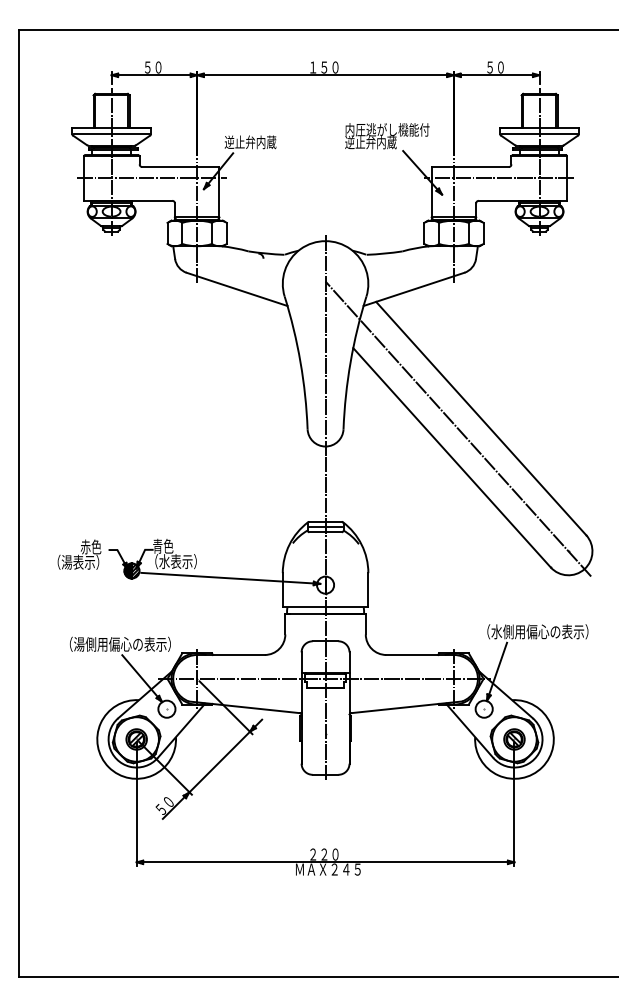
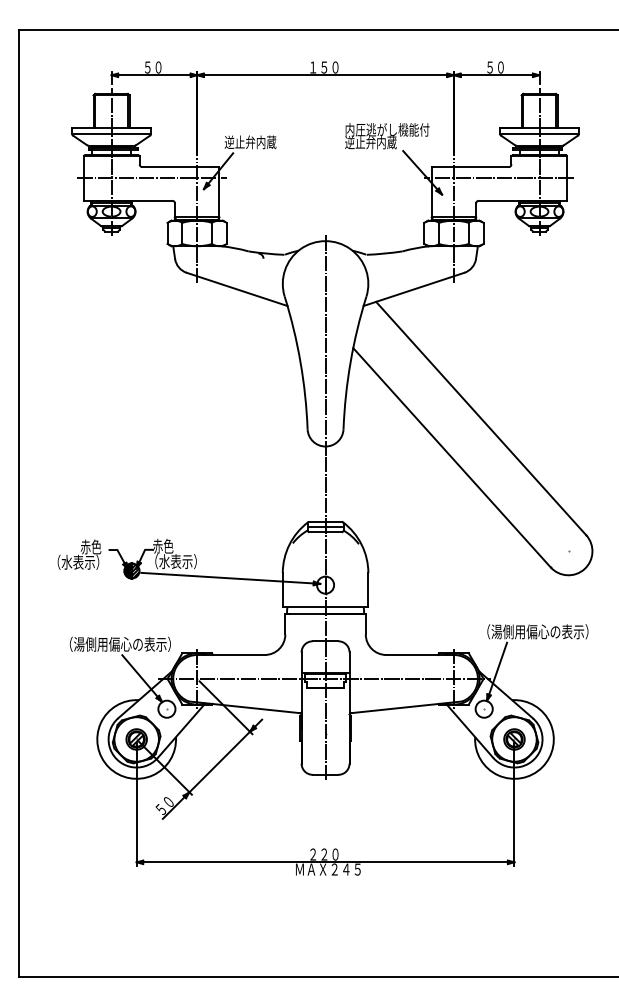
line at (458, 428): present -> none
text at (157, 546): 青色 -> 赤色
text at (66, 562): （湯表示） -> （水表示）
text at (496, 631): （水側用偏心の表示） -> （湯側用偏心の表示）
